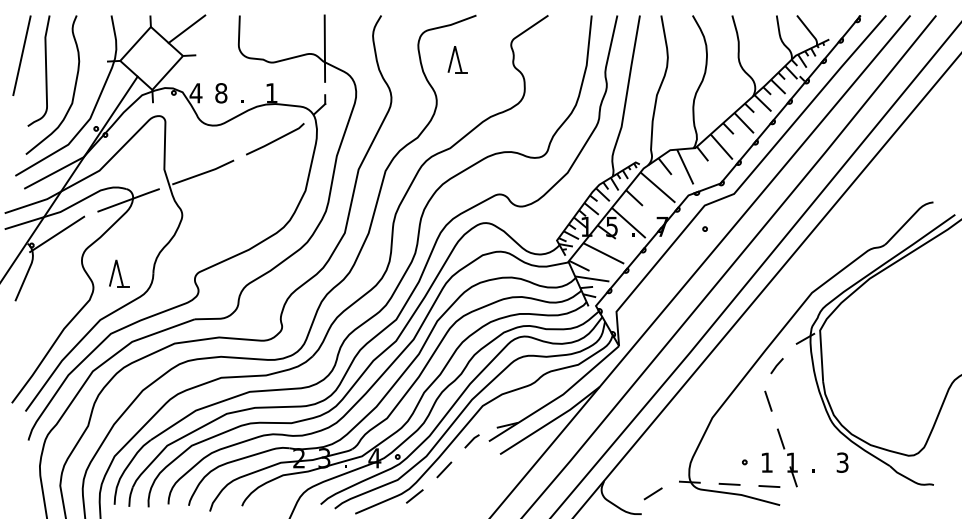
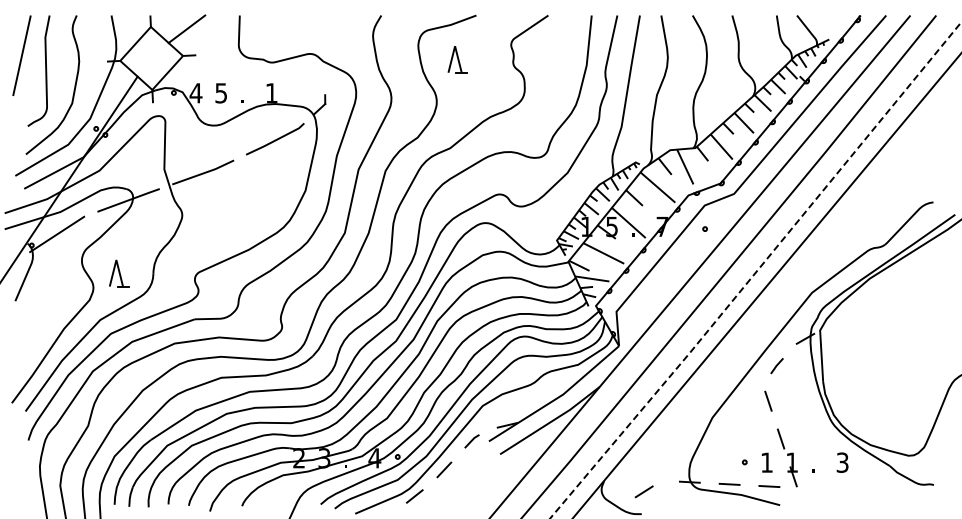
line at (324, 48): present -> none
text at (221, 93): 8 -> 5
line at (756, 272): solid -> dashed
line at (652, 493) position: (652, 493) -> (643, 491)
